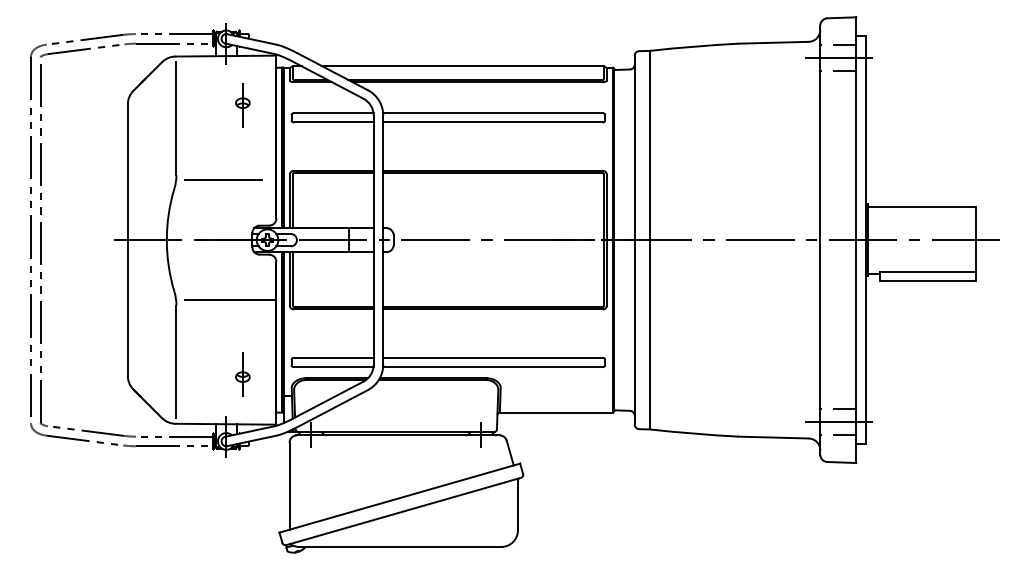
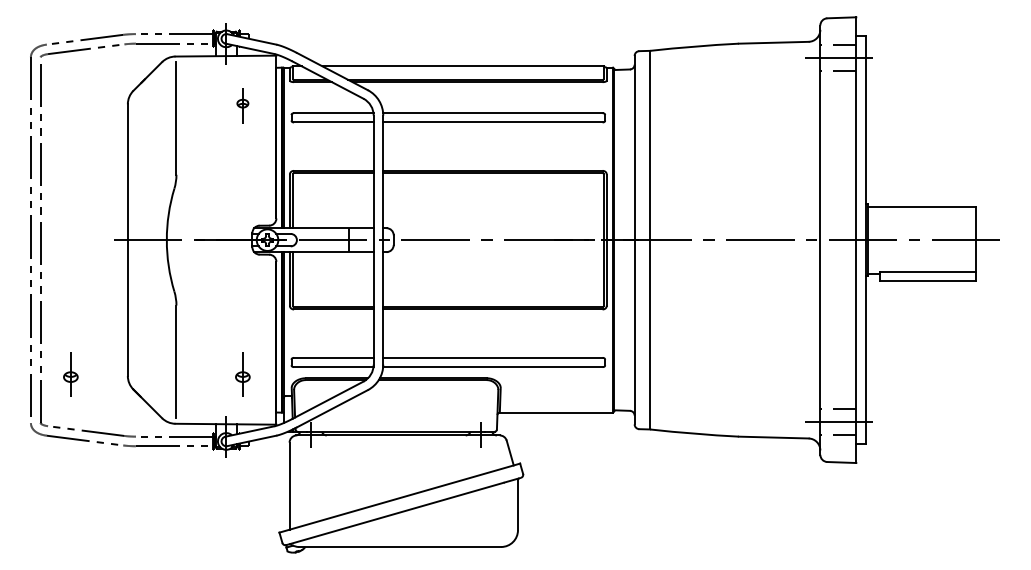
part at (242, 105) size: 16x45 px -> 14x36 px
line at (223, 179): present -> none
line at (230, 300): present -> none
part at (70, 374): none -> present
